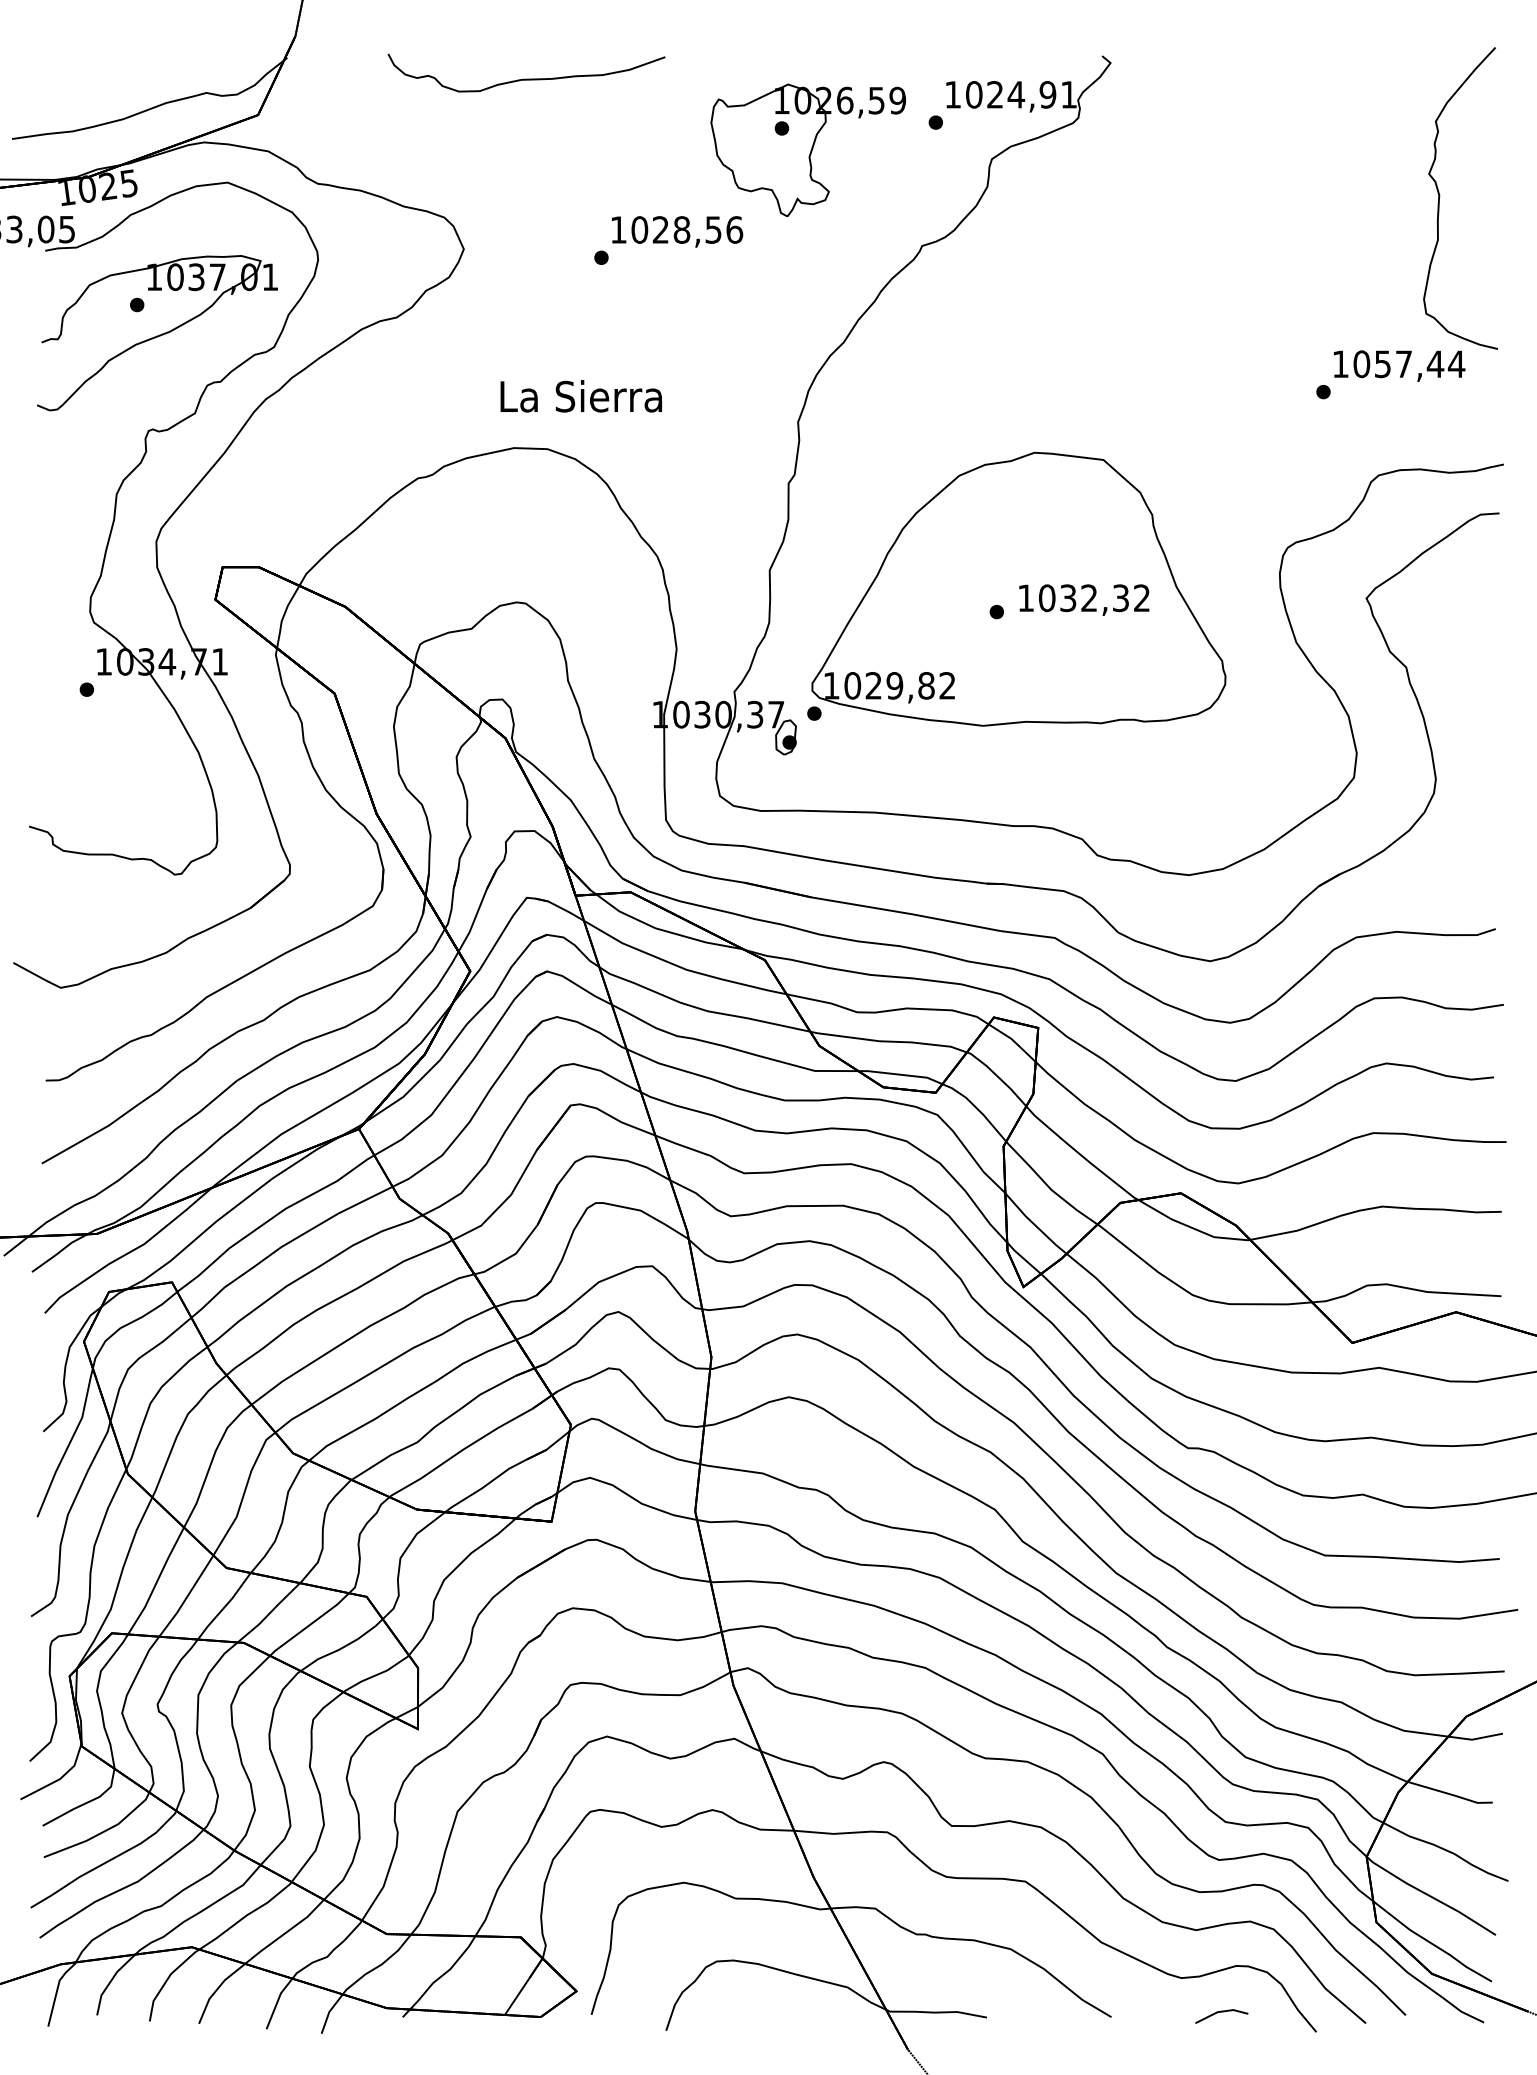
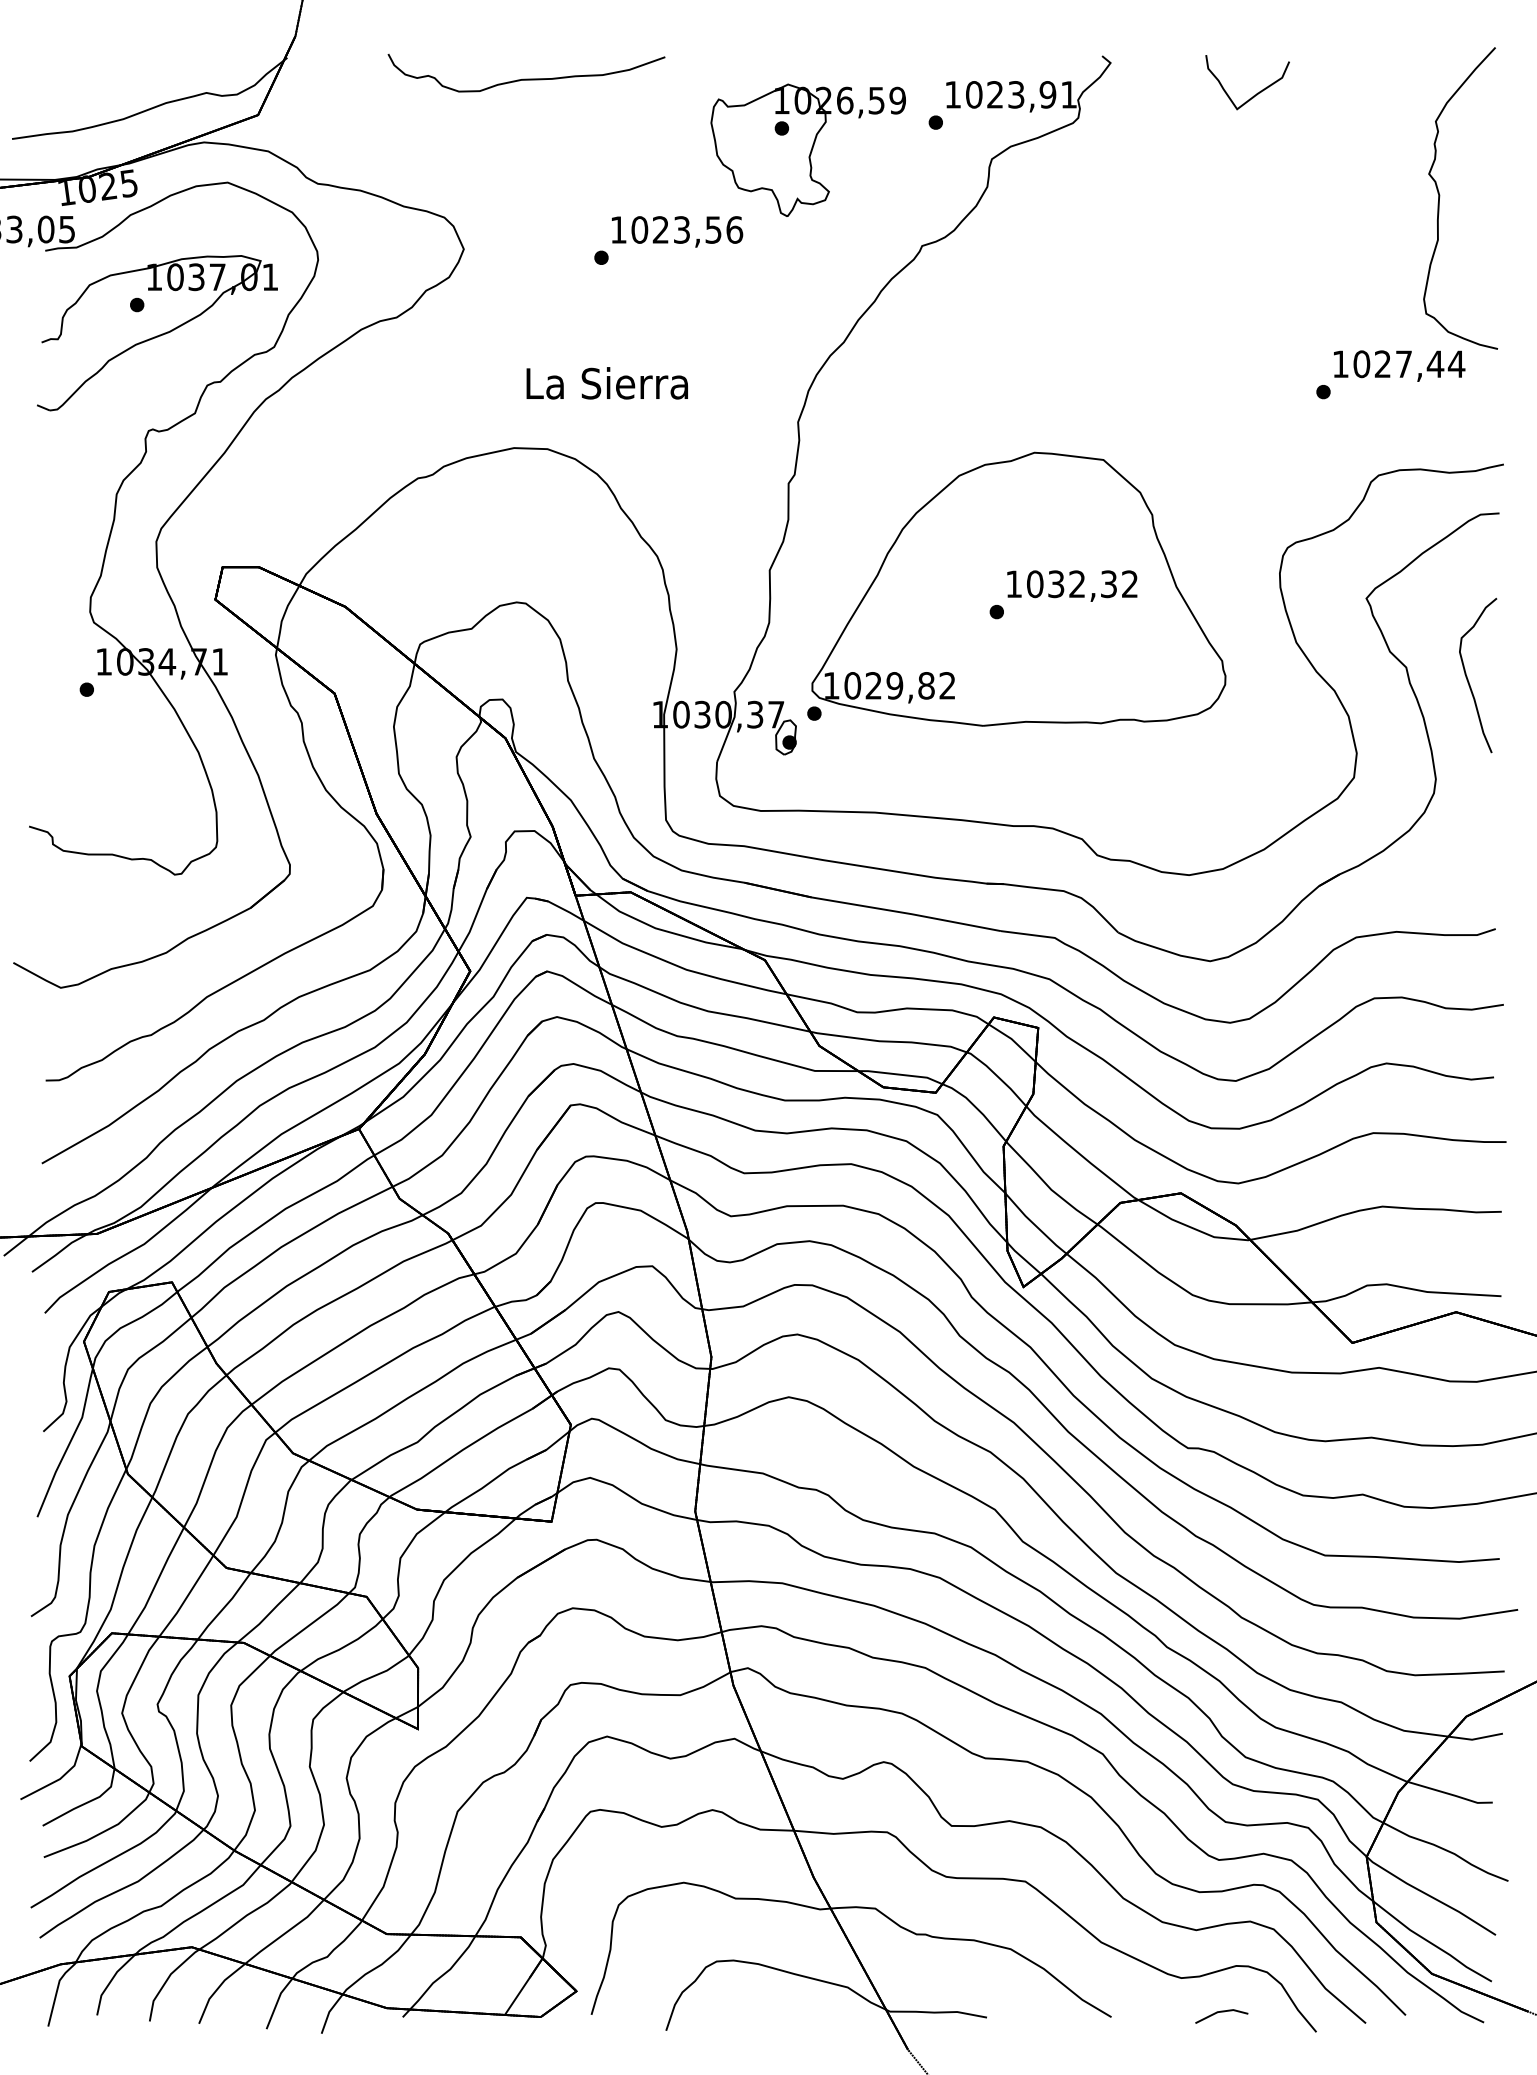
curve at (1257, 92): none -> present
text at (1016, 94): 1024,91 -> 1023,91
text at (681, 229): 1028,56 -> 1023,56
text at (1382, 364): 1057,44 -> 1027,44
text at (580, 396) position: (580, 396) -> (606, 383)
text at (1084, 599) position: (1084, 599) -> (1072, 585)
curve at (1468, 679): none -> present
